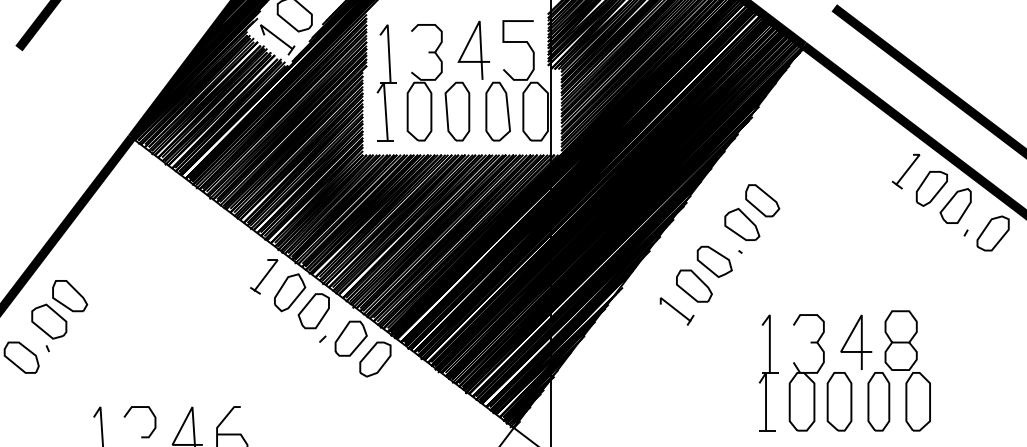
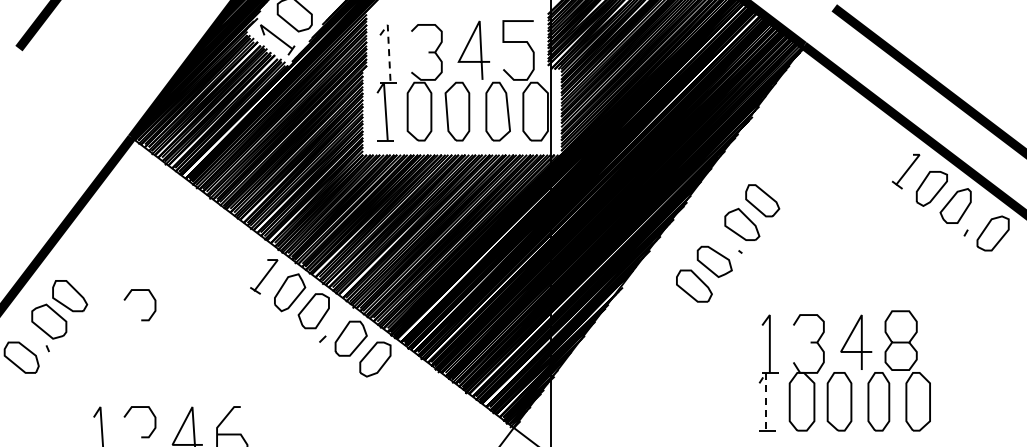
line at (388, 46): solid -> dashed
part at (676, 311): present -> none
curve at (141, 319): none -> present
line at (766, 394): solid -> dashed
